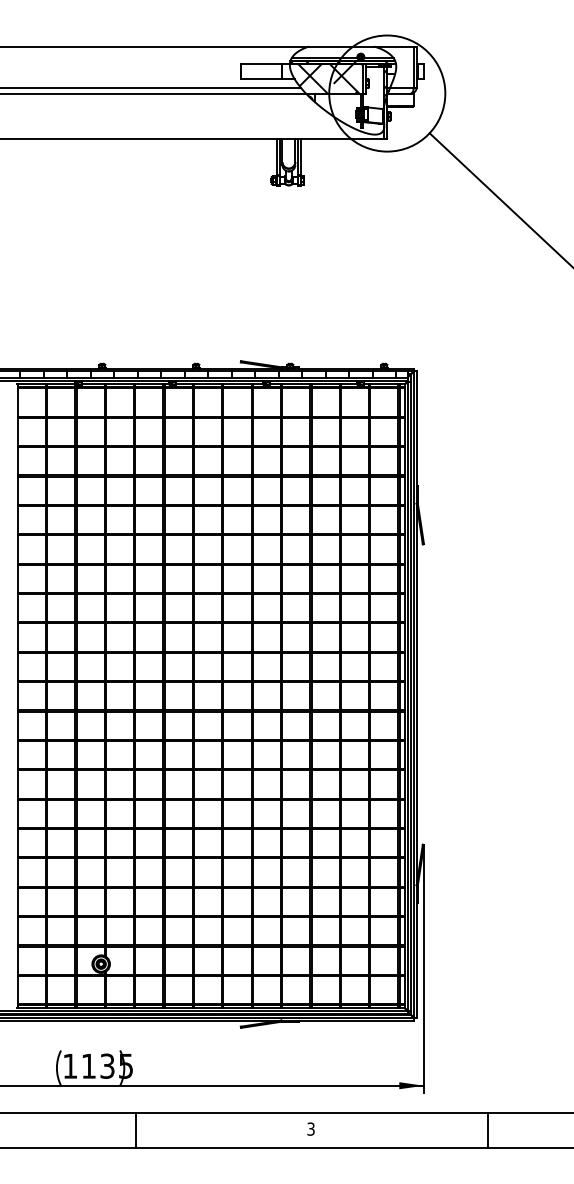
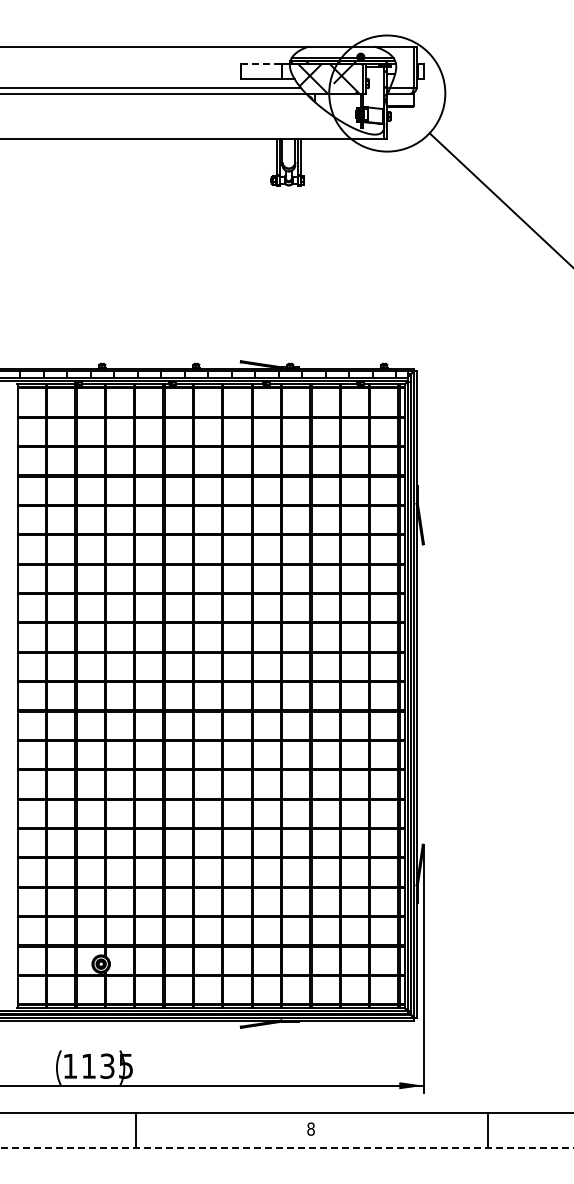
line at (261, 64): solid -> dashed
text at (310, 1128): 3 -> 8
line at (287, 1148): solid -> dashed
